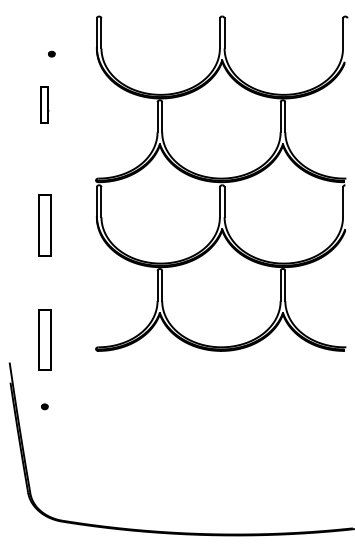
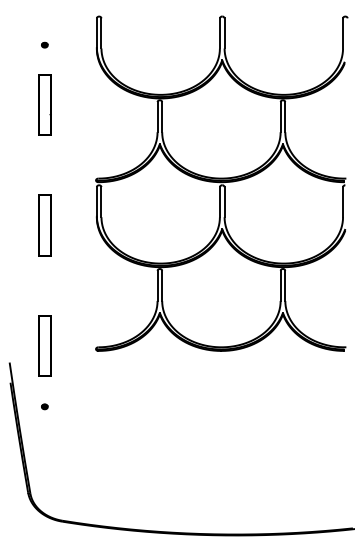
part at (51, 53) position: (51, 53) -> (44, 44)
part at (44, 104) size: 10x38 px -> 14x62 px
part at (44, 339) position: (44, 339) -> (44, 345)
